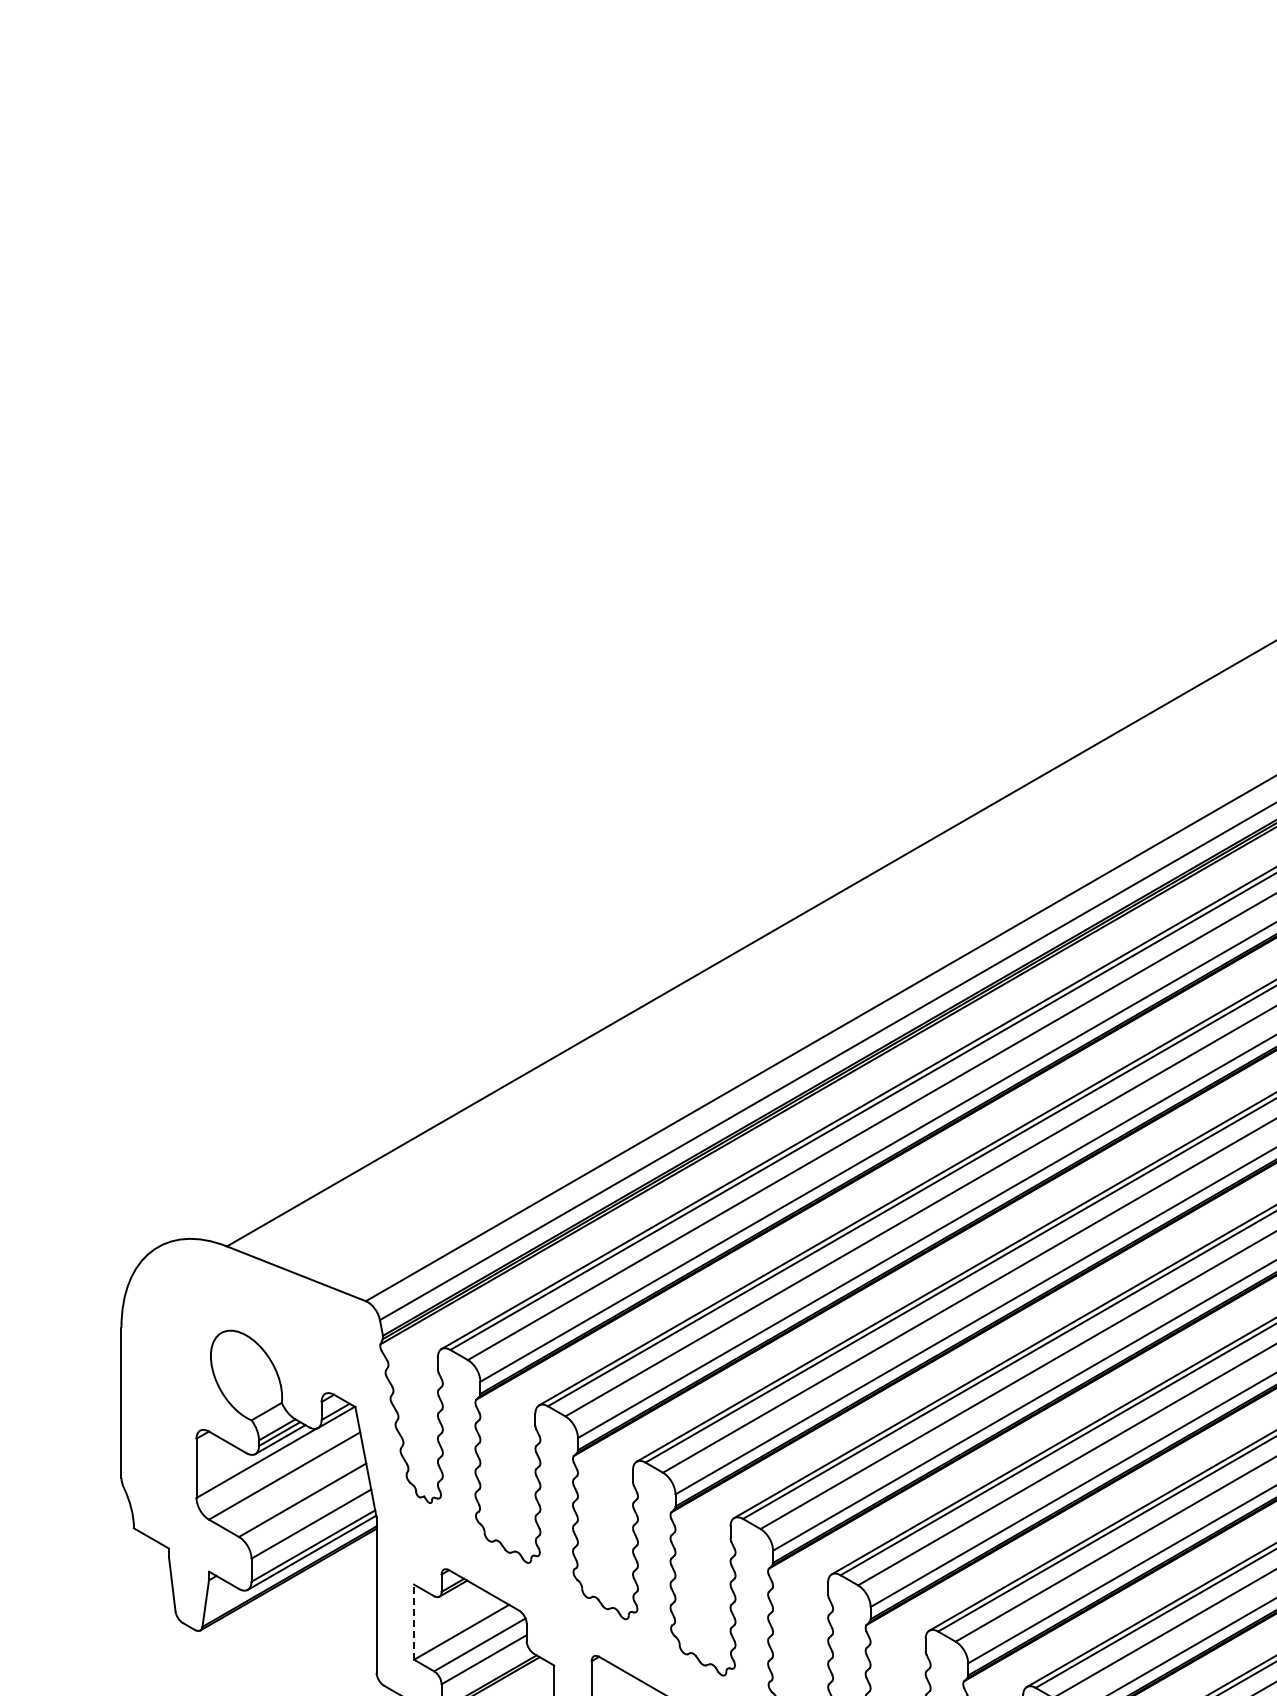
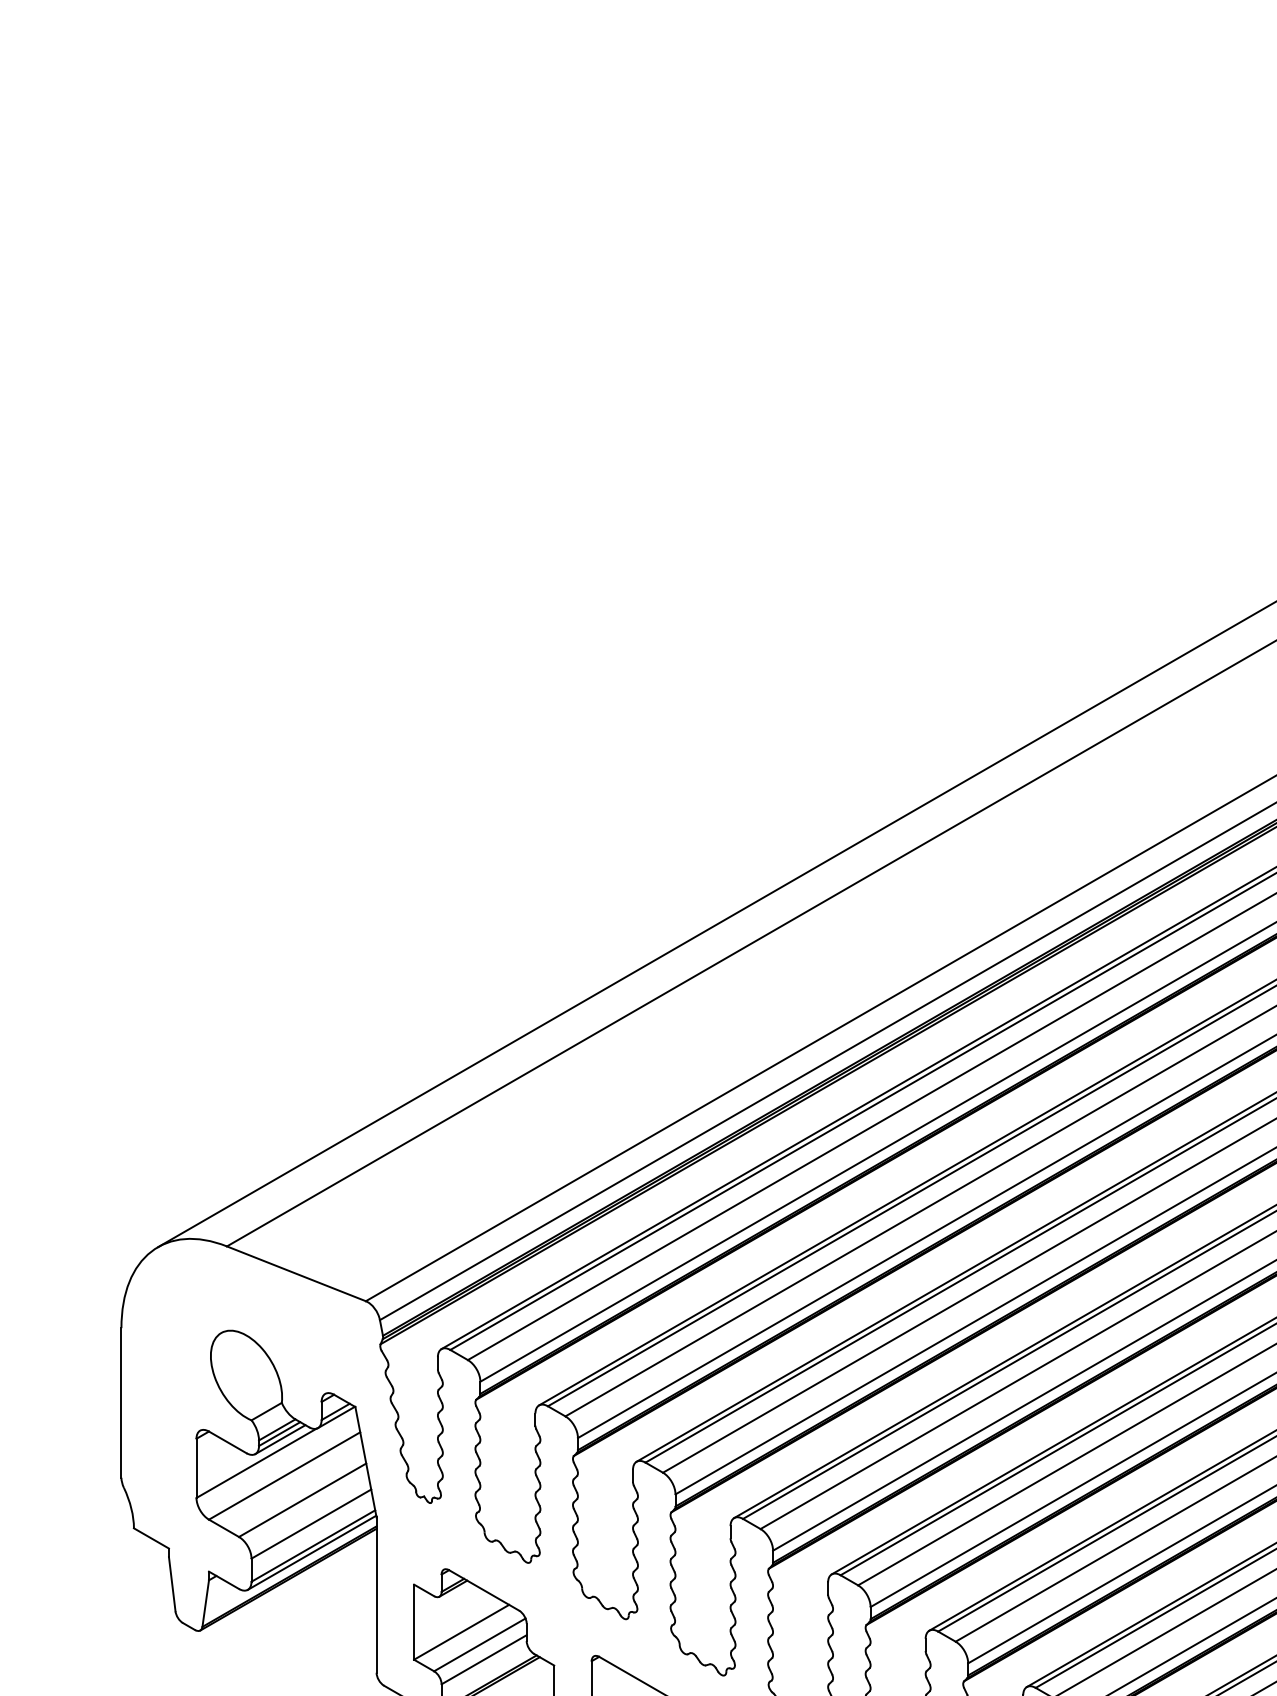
line at (715, 925): none -> present
line at (414, 1622): dashed -> solid
